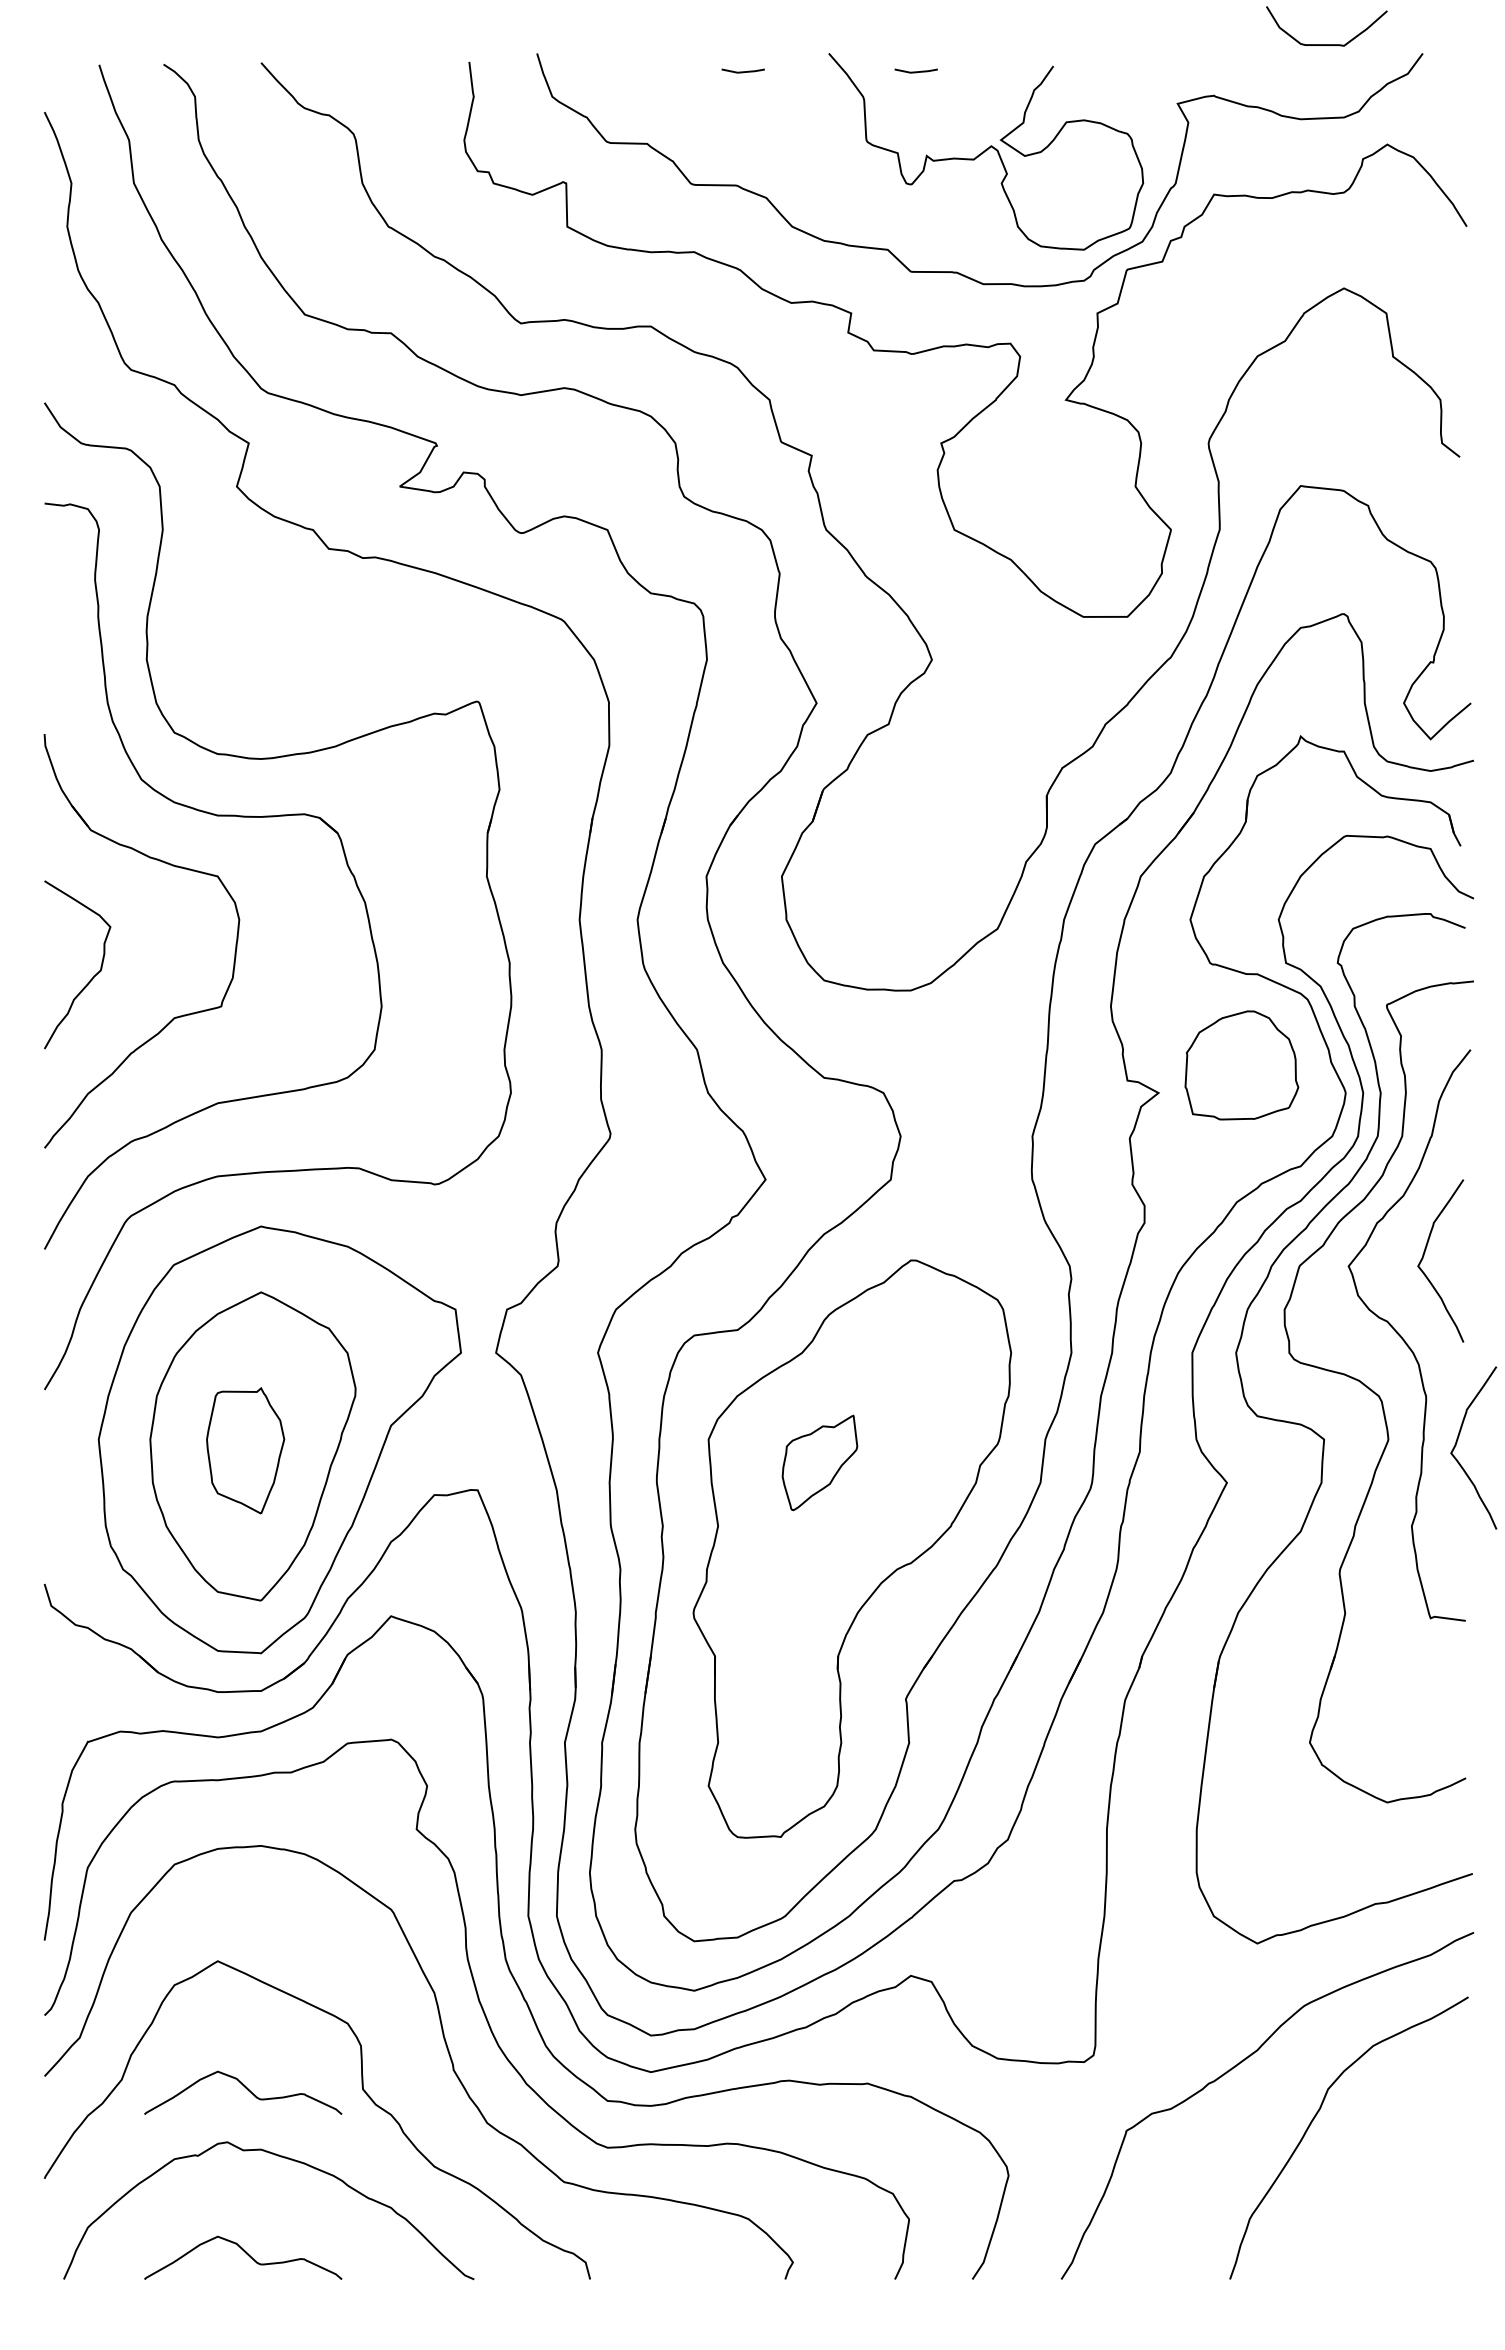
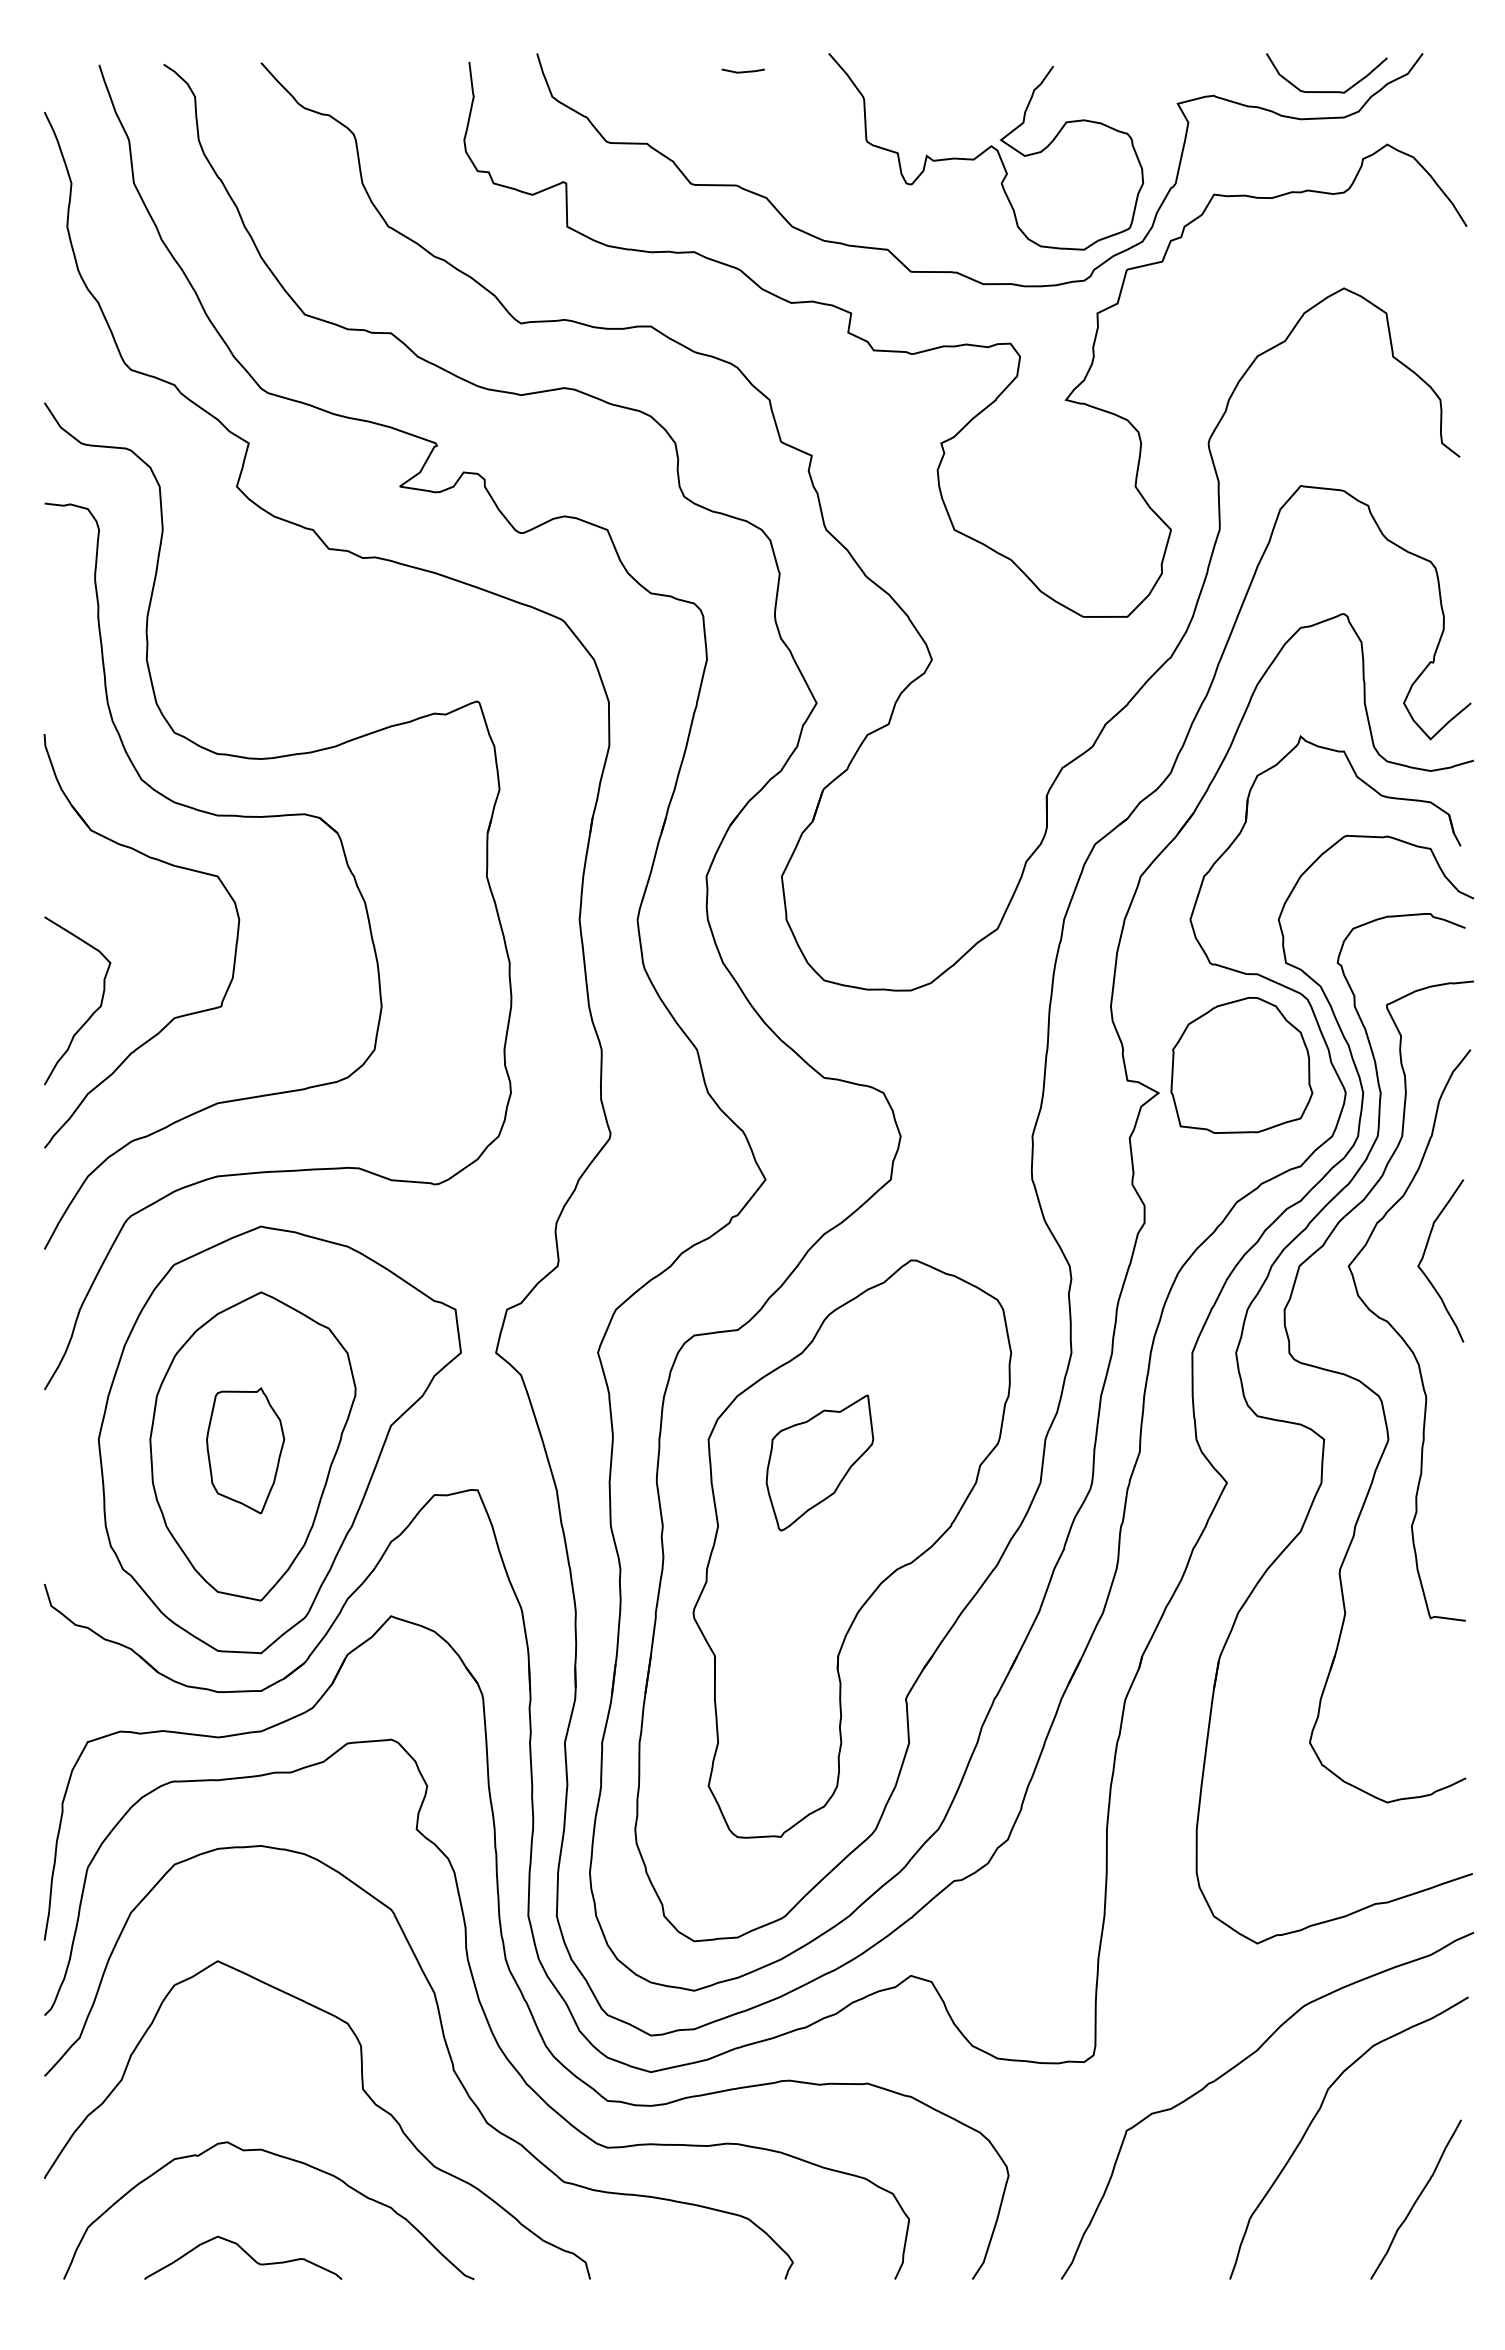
curve at (1326, 44) position: (1326, 44) -> (1326, 91)
line at (915, 71): present -> none
curve at (93, 975) position: (93, 975) -> (93, 1011)
part at (1241, 1065) size: 116x111 px -> 144x137 px
curve at (1457, 1442): present -> none
part at (819, 1462) size: 78x98 px -> 110x138 px
curve at (246, 2089): present -> none
curve at (1416, 2199): none -> present
